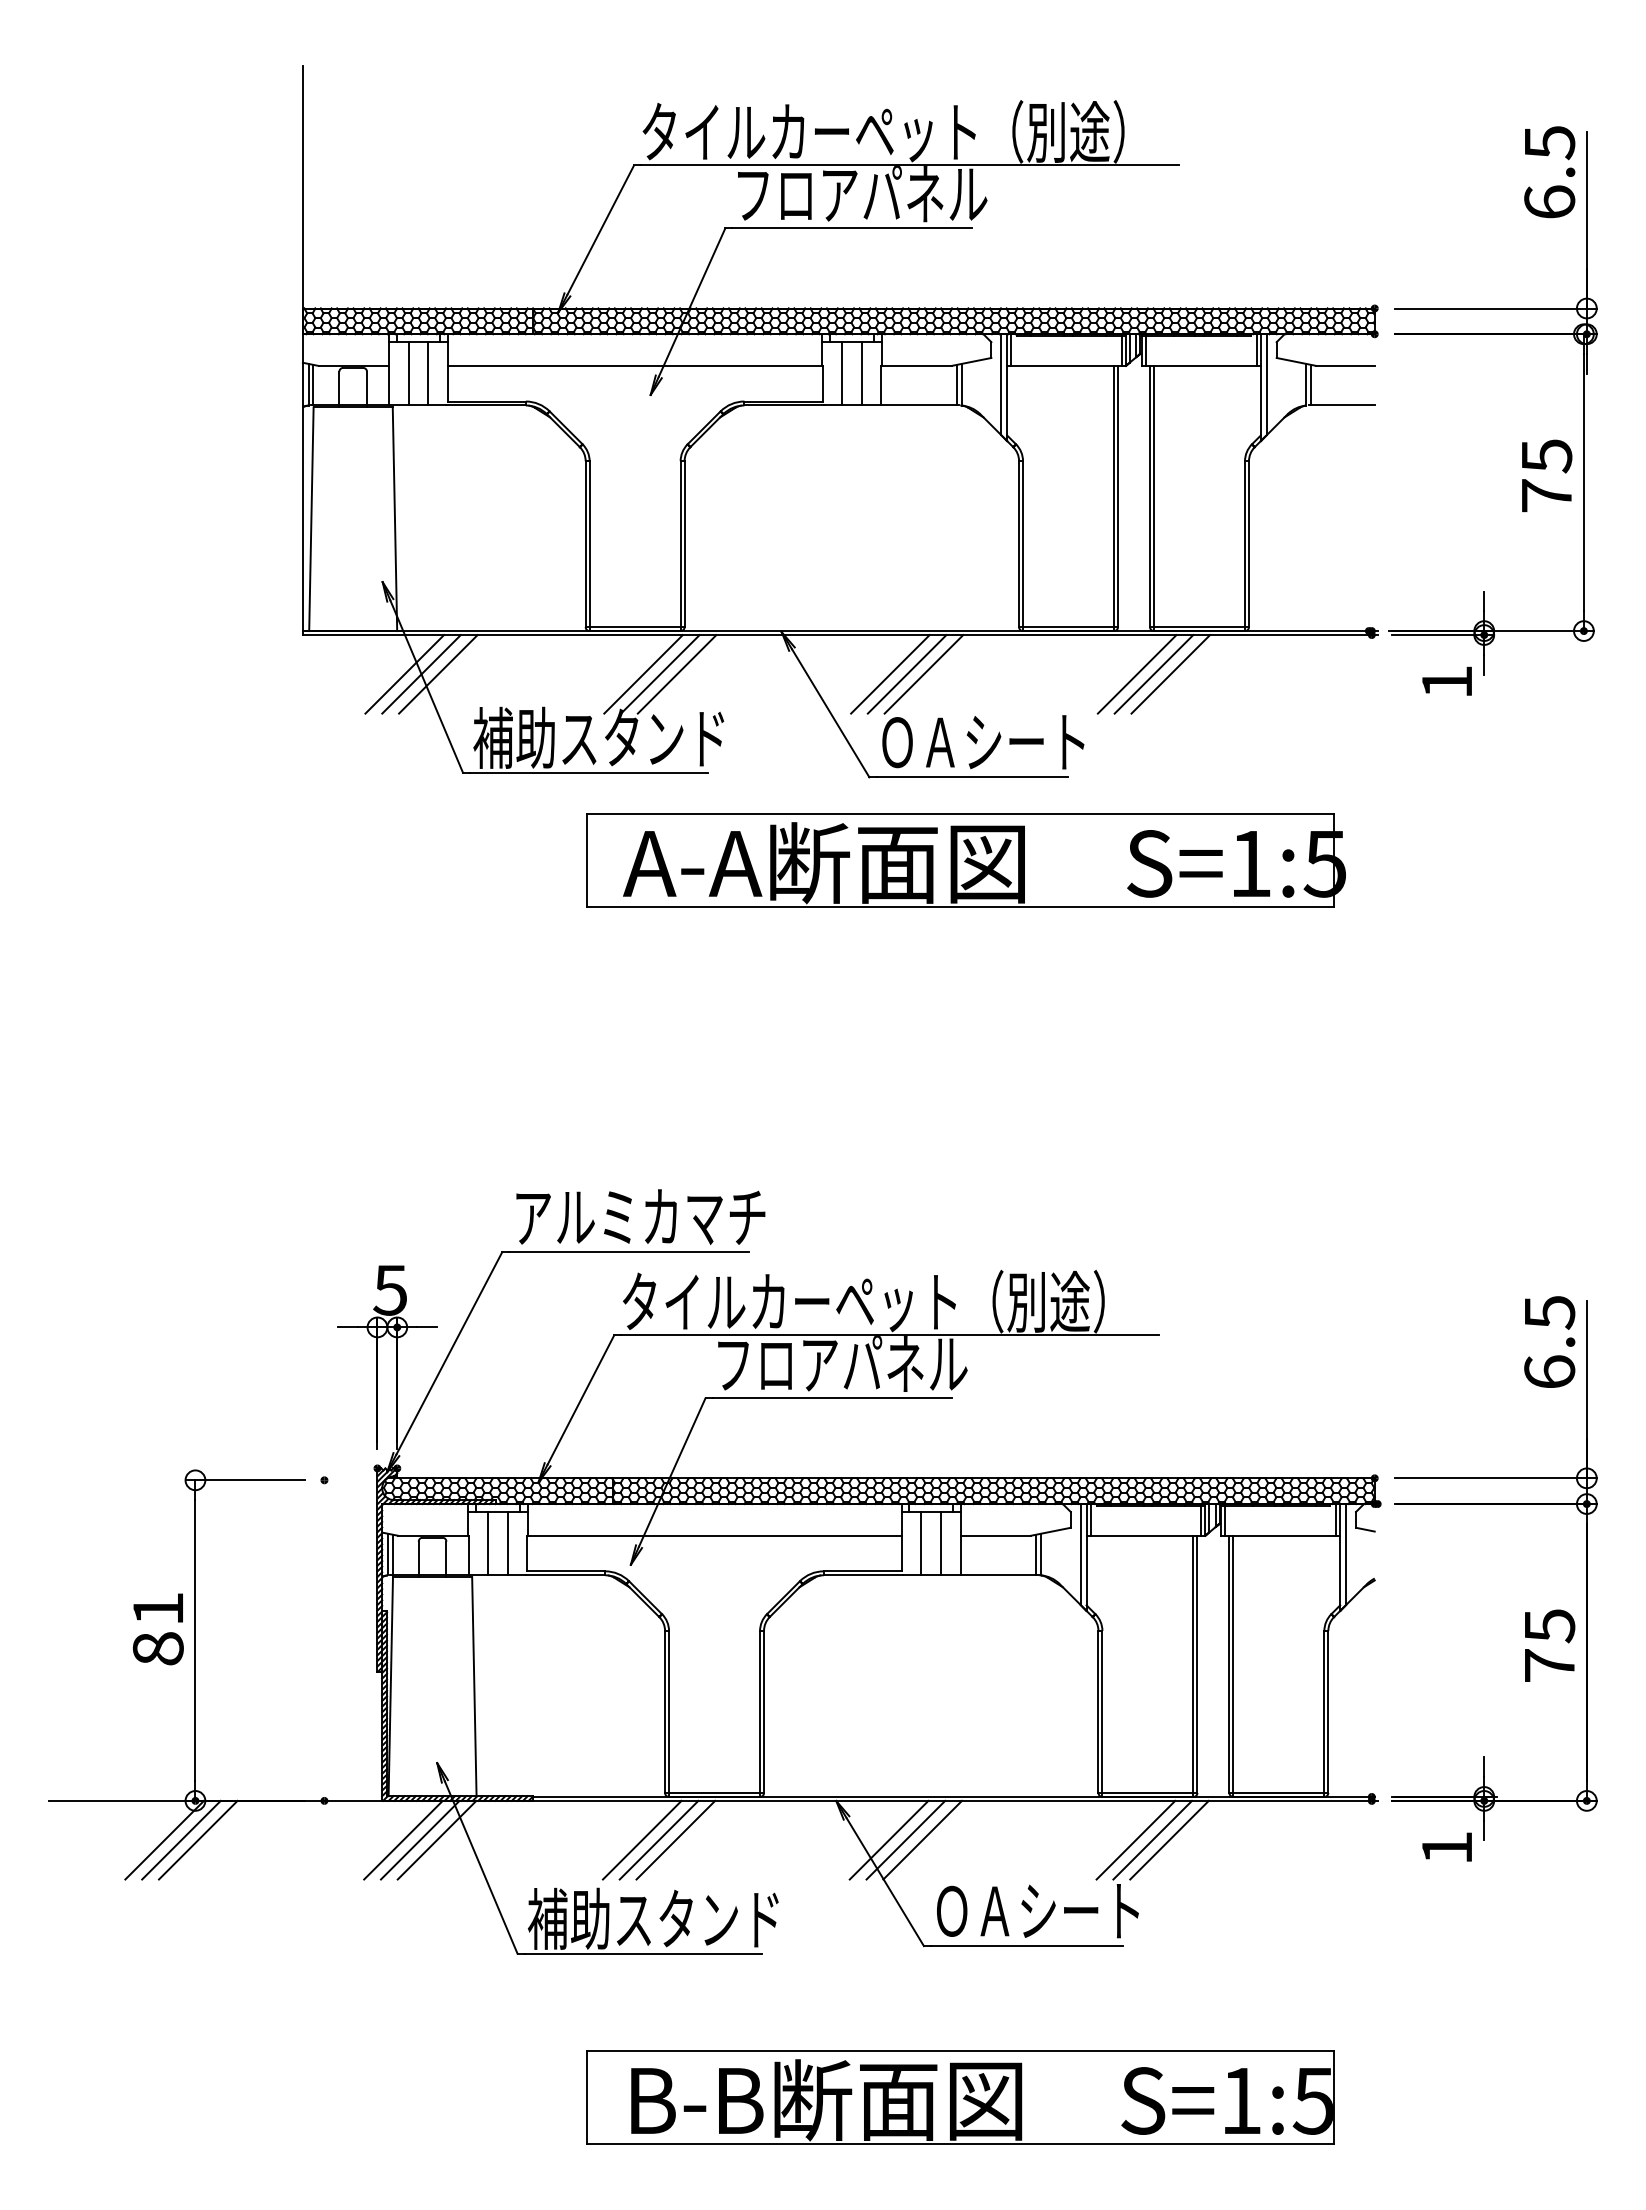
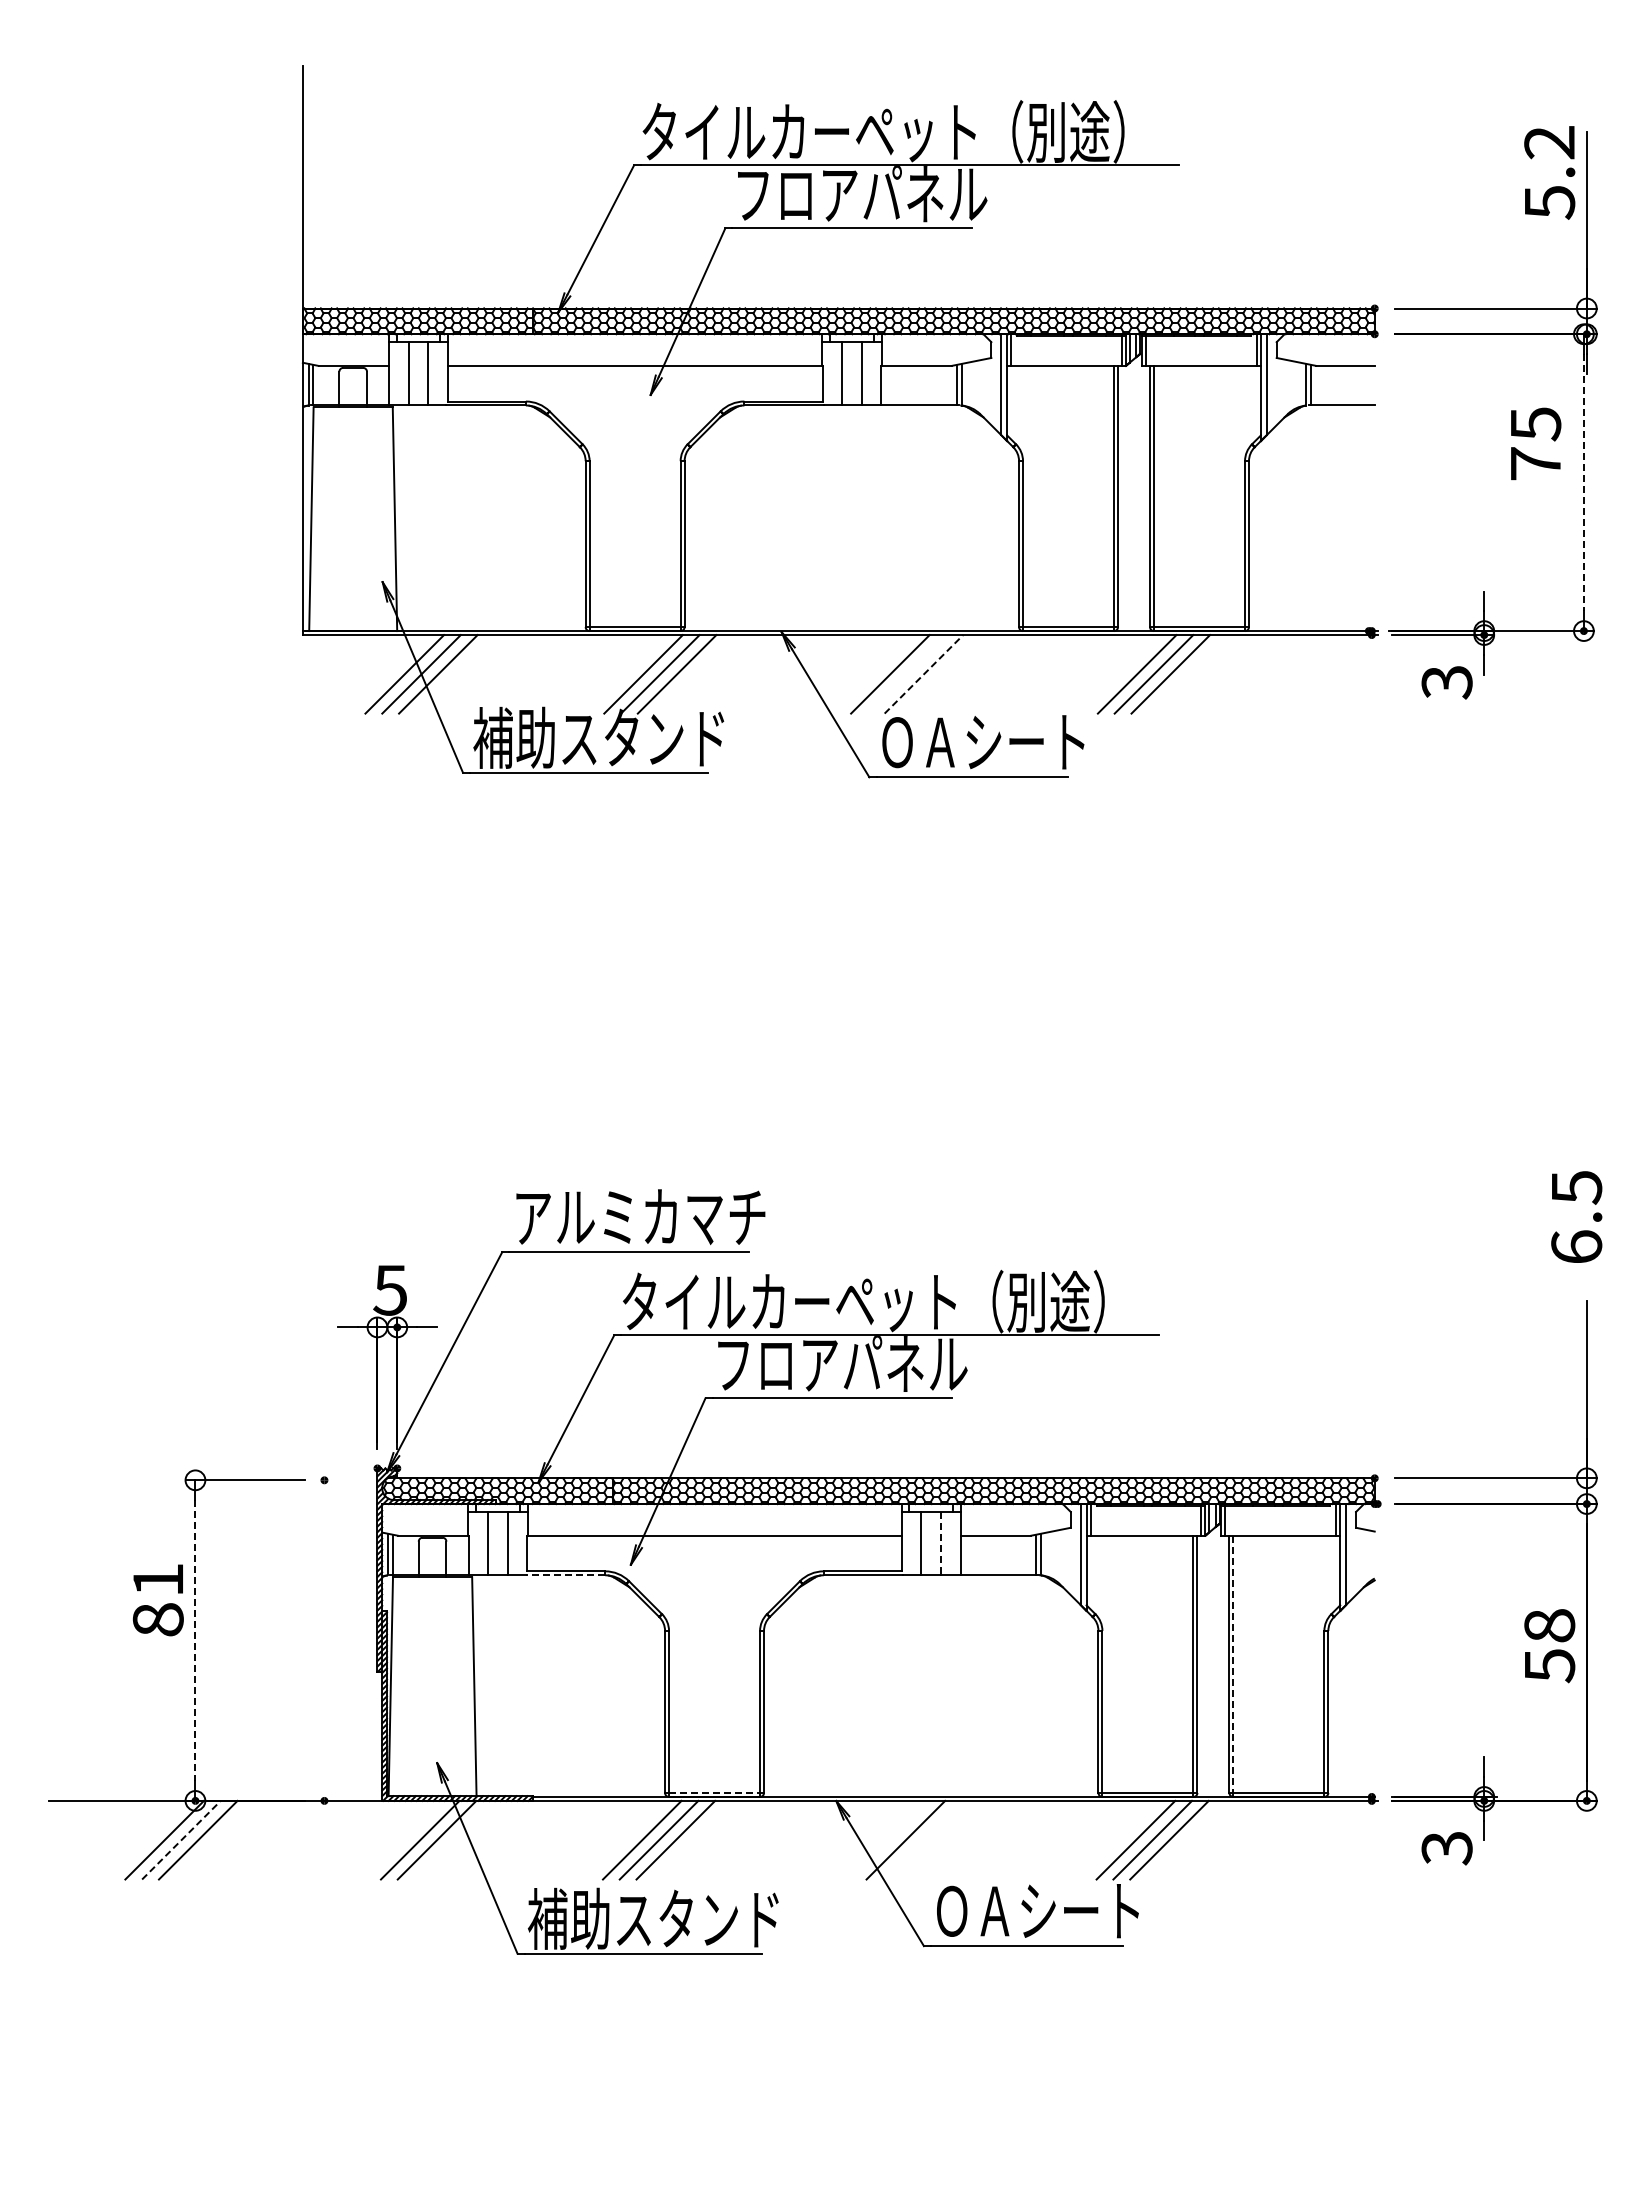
text at (1549, 172): 6.5 -> 5.2
text at (1547, 475) position: (1547, 475) -> (1536, 443)
line at (1583, 482): solid -> dashed
line at (906, 674): present -> none
line at (923, 674): solid -> dashed
text at (1446, 682): 1 -> 3
part at (965, 860): present -> none
text at (1549, 1341) position: (1549, 1341) -> (1576, 1216)
line at (941, 1543): solid -> dashed
line at (565, 1575): solid -> dashed
text at (158, 1629) position: (158, 1629) -> (158, 1600)
line at (195, 1640): solid -> dashed
text at (1549, 1646): 75 -> 58
line at (1233, 1664): solid -> dashed
line at (714, 1792): solid -> dashed
line at (403, 1839): present -> none
line at (888, 1839): present -> none
line at (922, 1839): present -> none
line at (181, 1840): solid -> dashed
text at (1446, 1848): 1 -> 3
part at (960, 2097): present -> none
